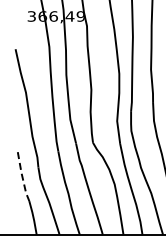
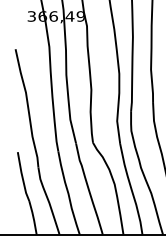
line at (22, 177): dashed -> solid
